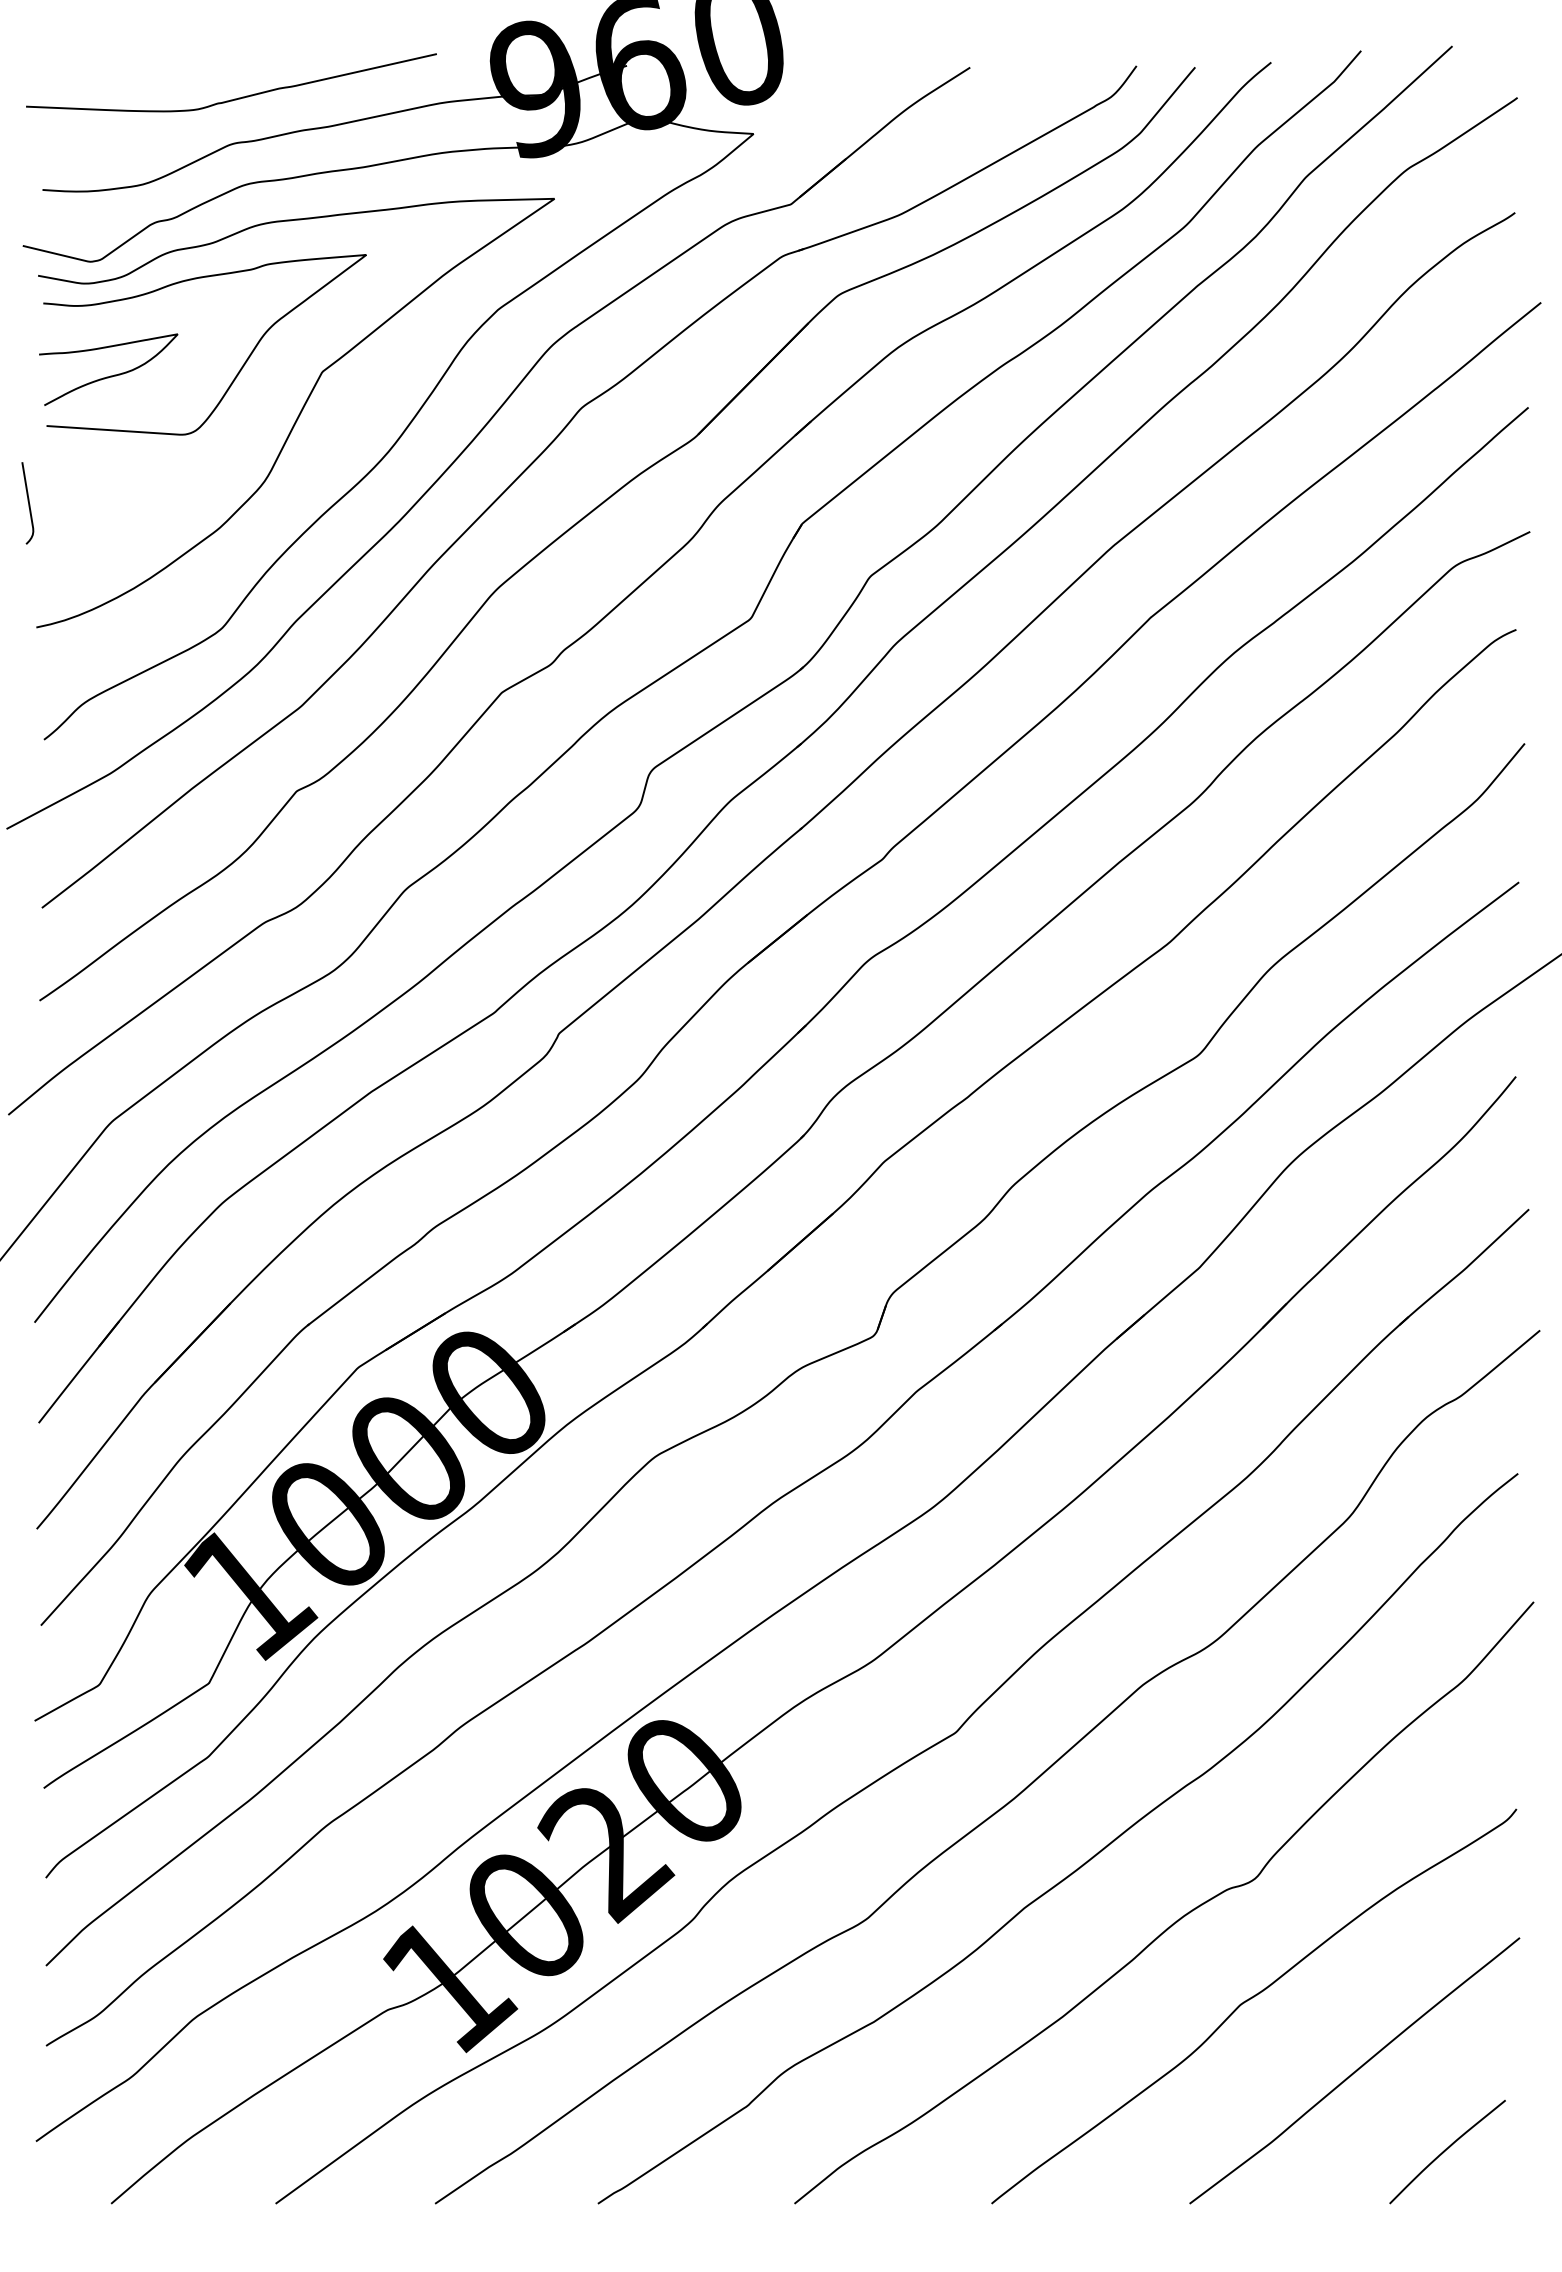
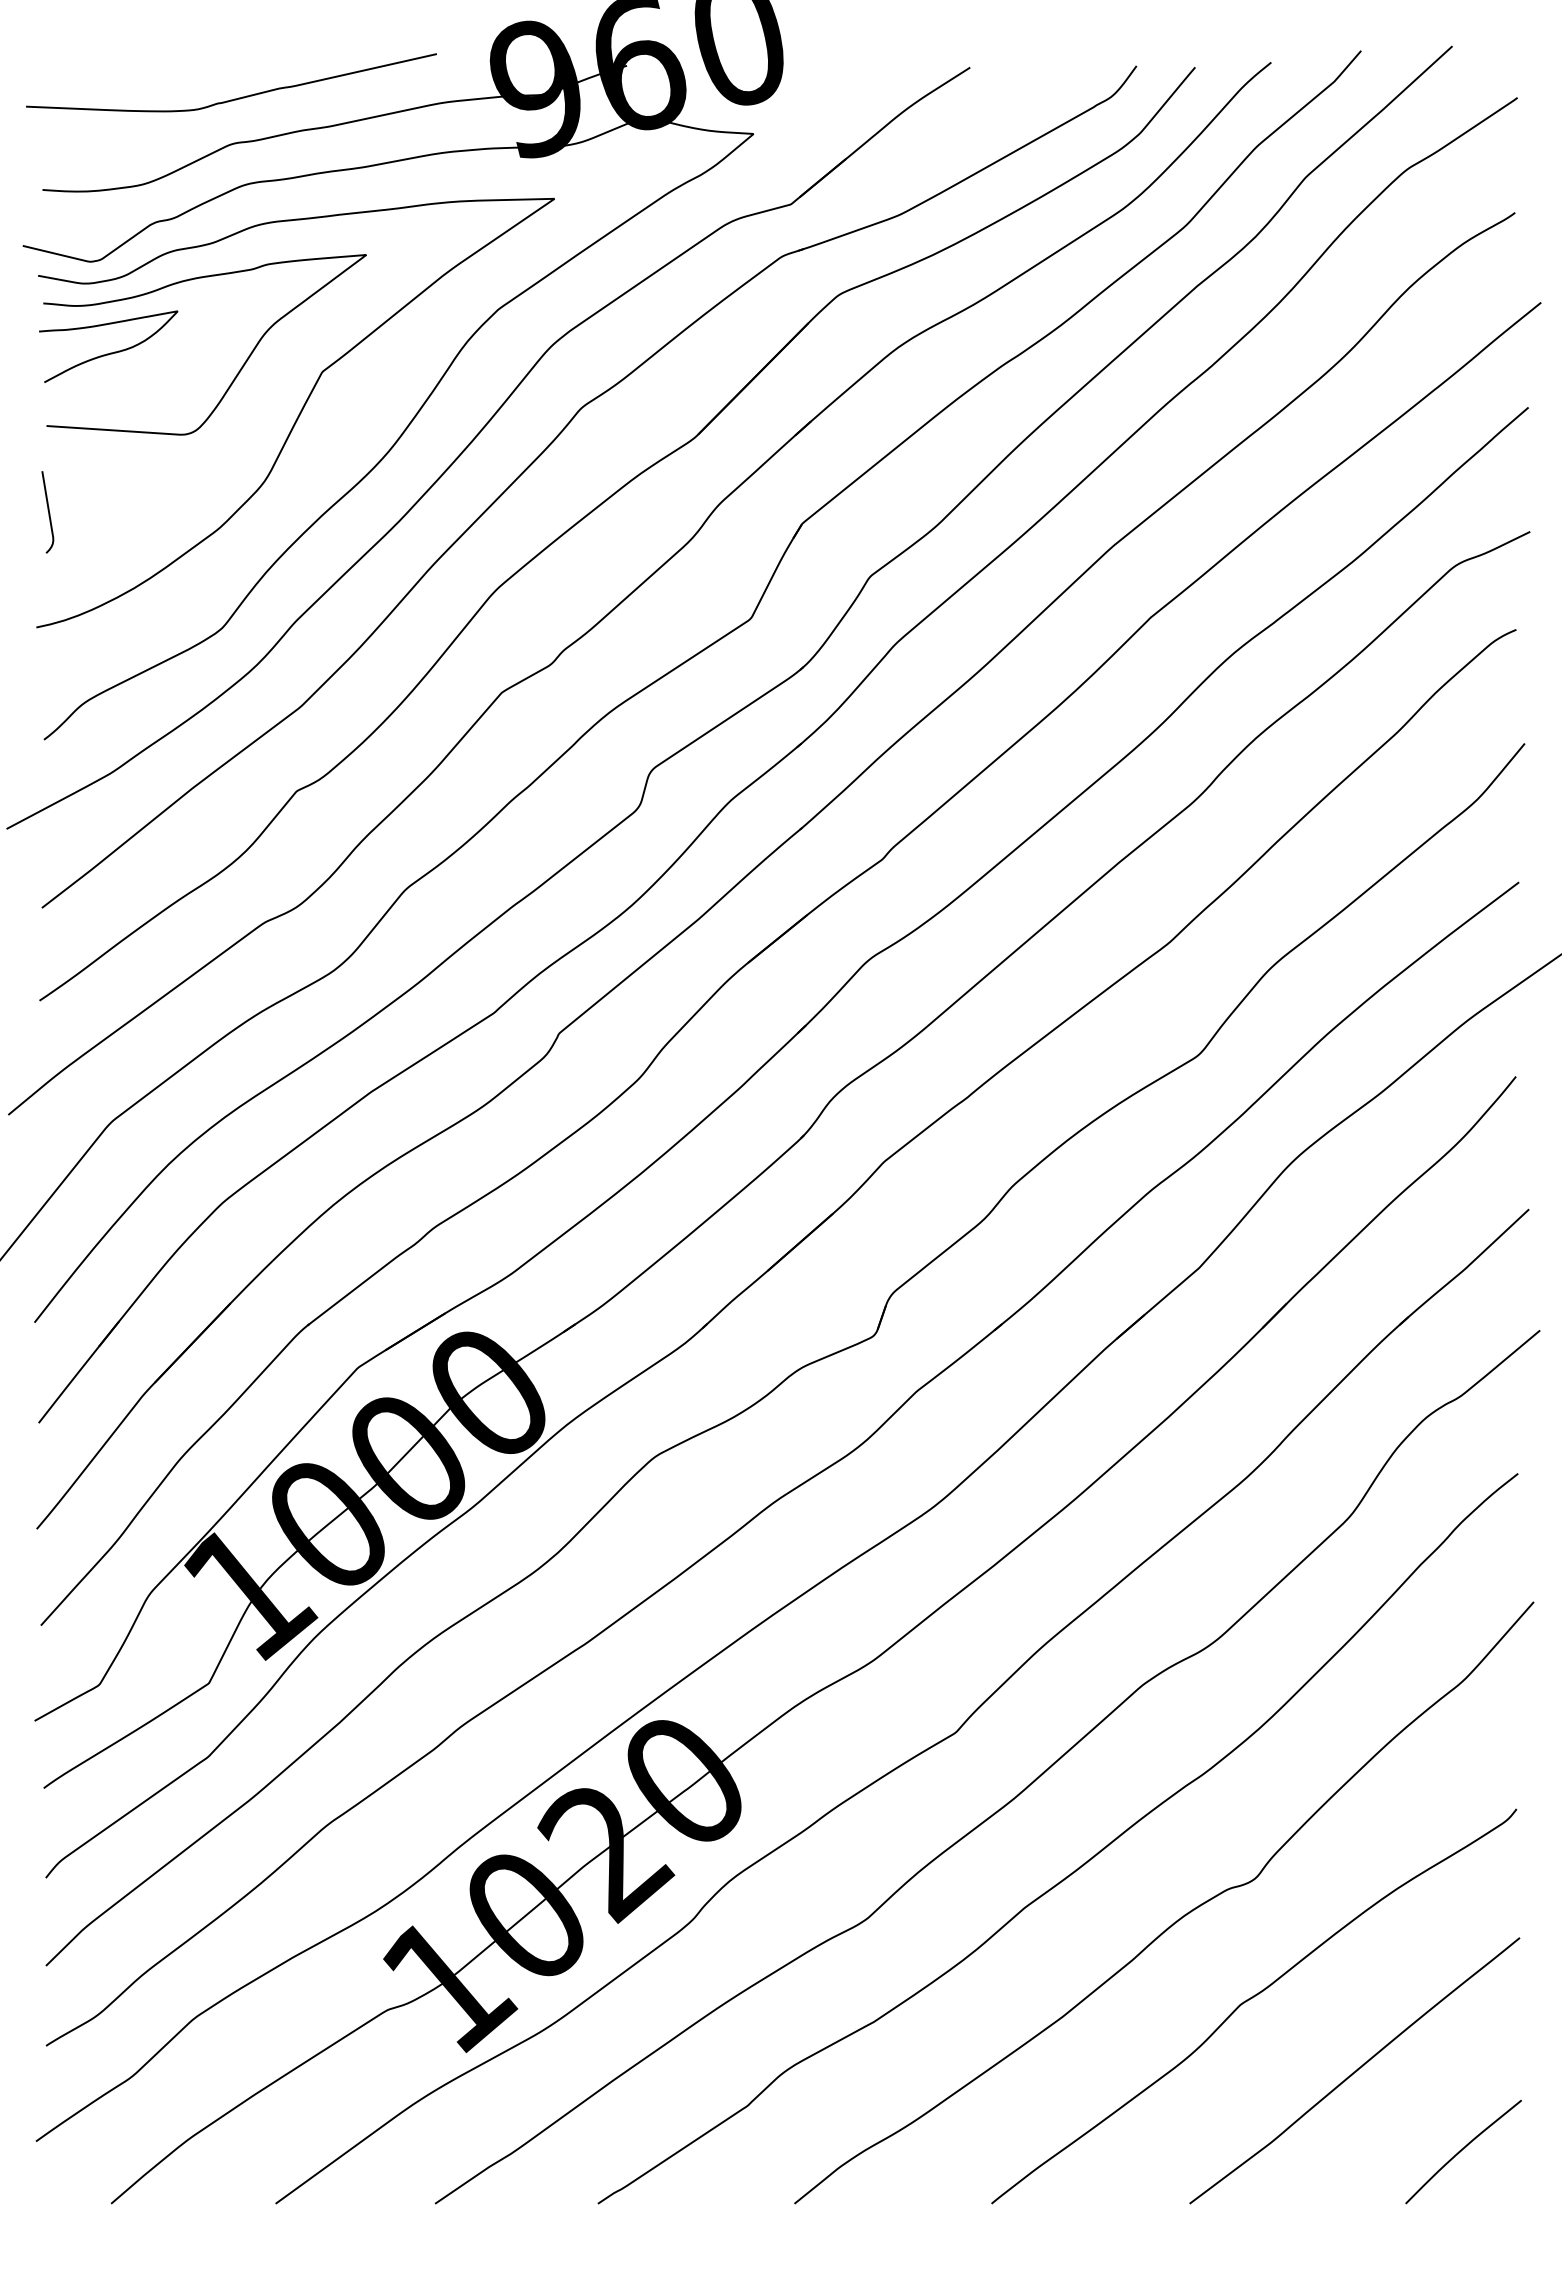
curve at (110, 375) position: (110, 375) -> (110, 352)
curve at (28, 503) position: (28, 503) -> (48, 512)
curve at (1446, 2150) position: (1446, 2150) -> (1462, 2150)
